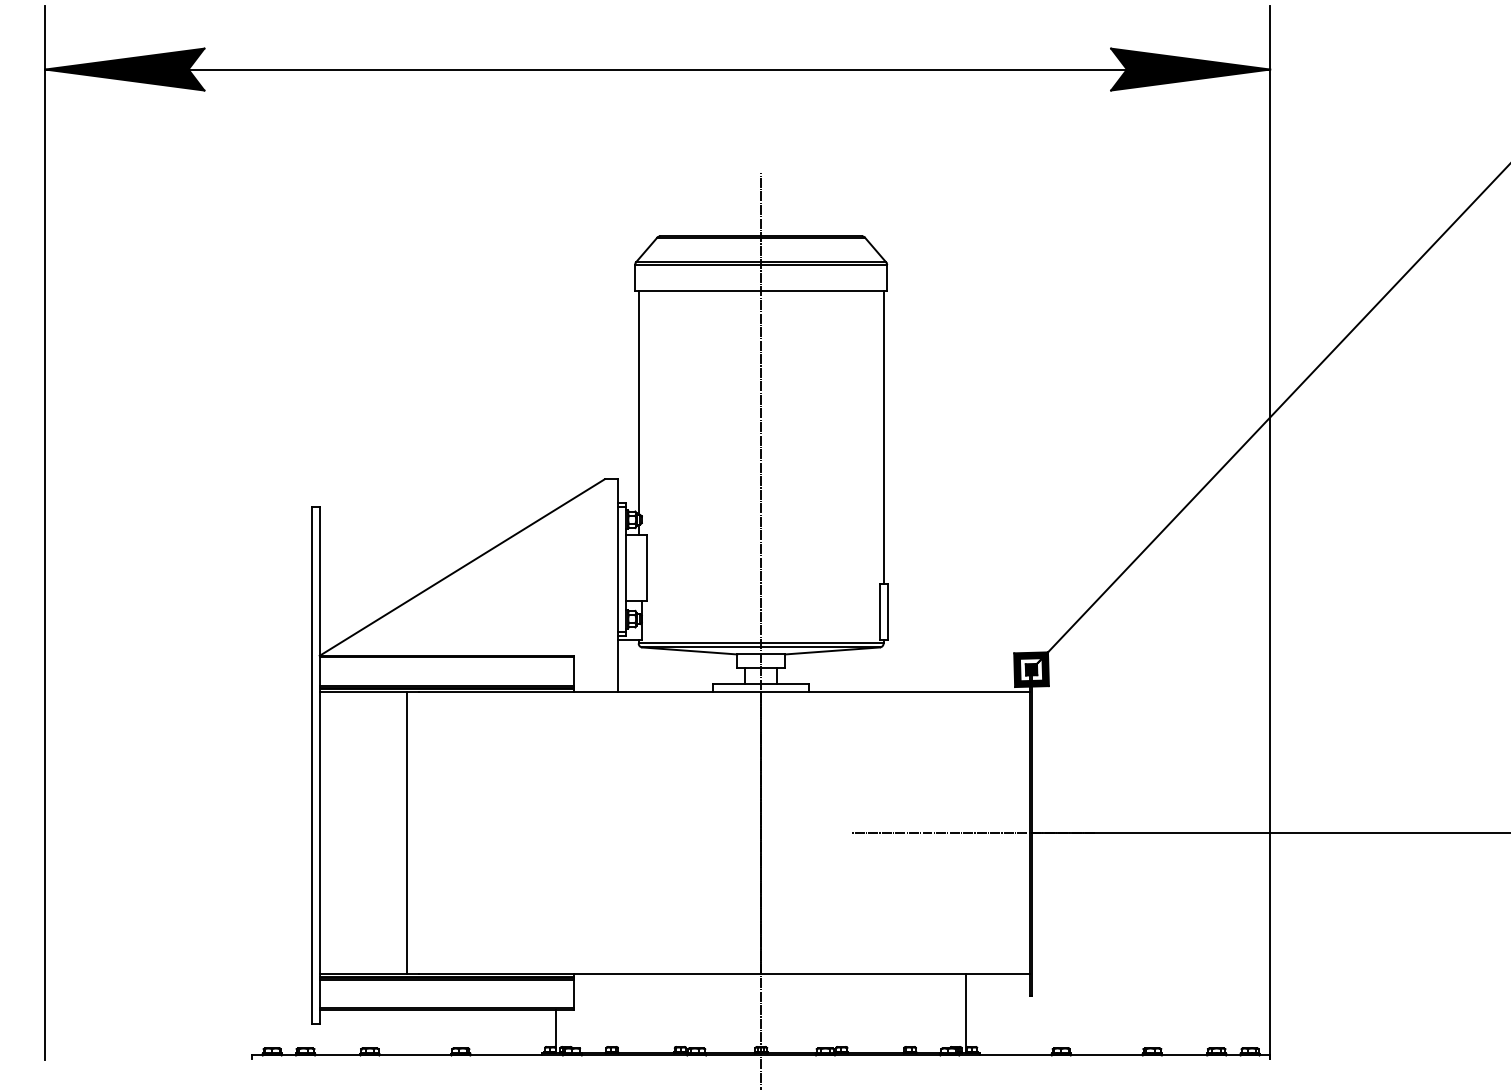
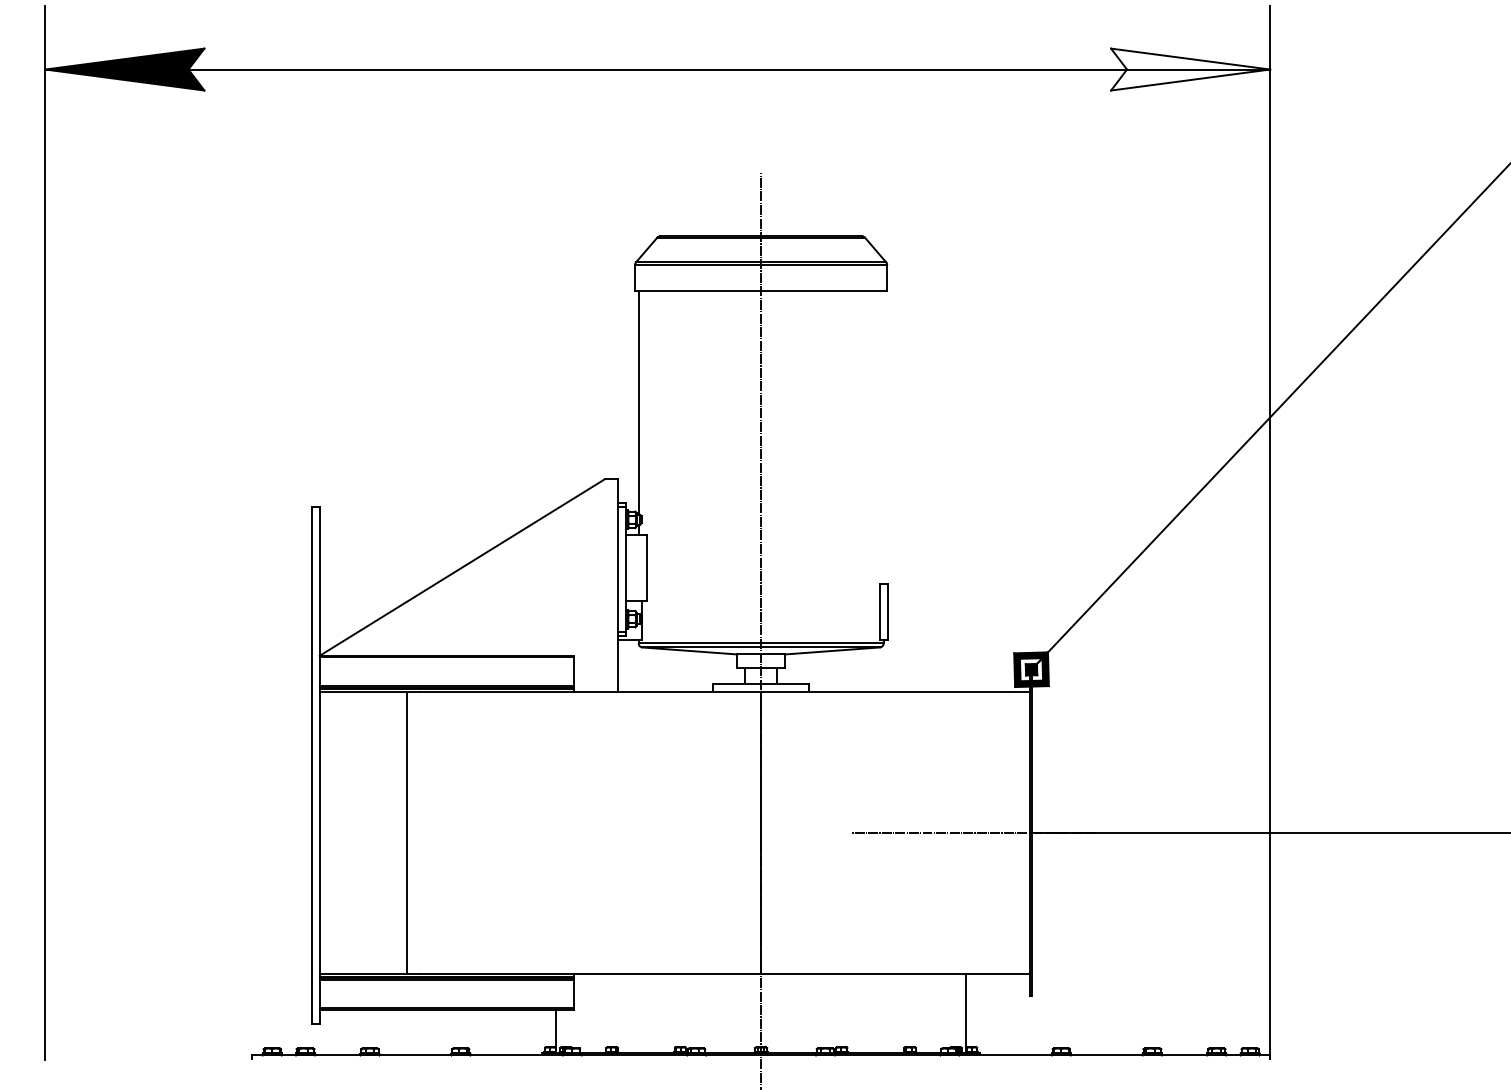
fill at (1190, 69): present -> none
line at (883, 436): present -> none
